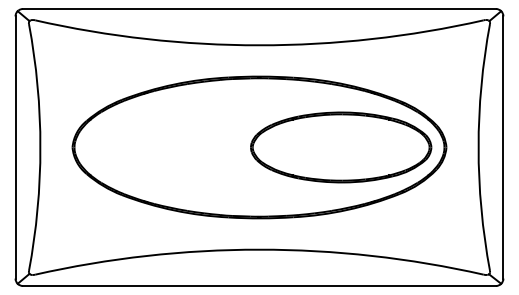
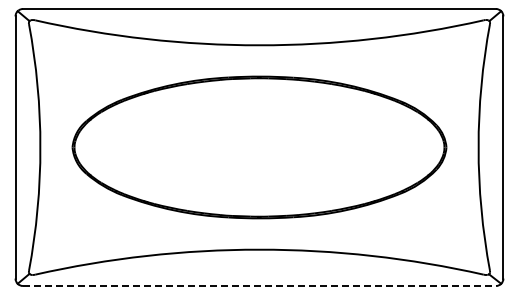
part at (341, 147): present -> none
line at (259, 286): solid -> dashed
